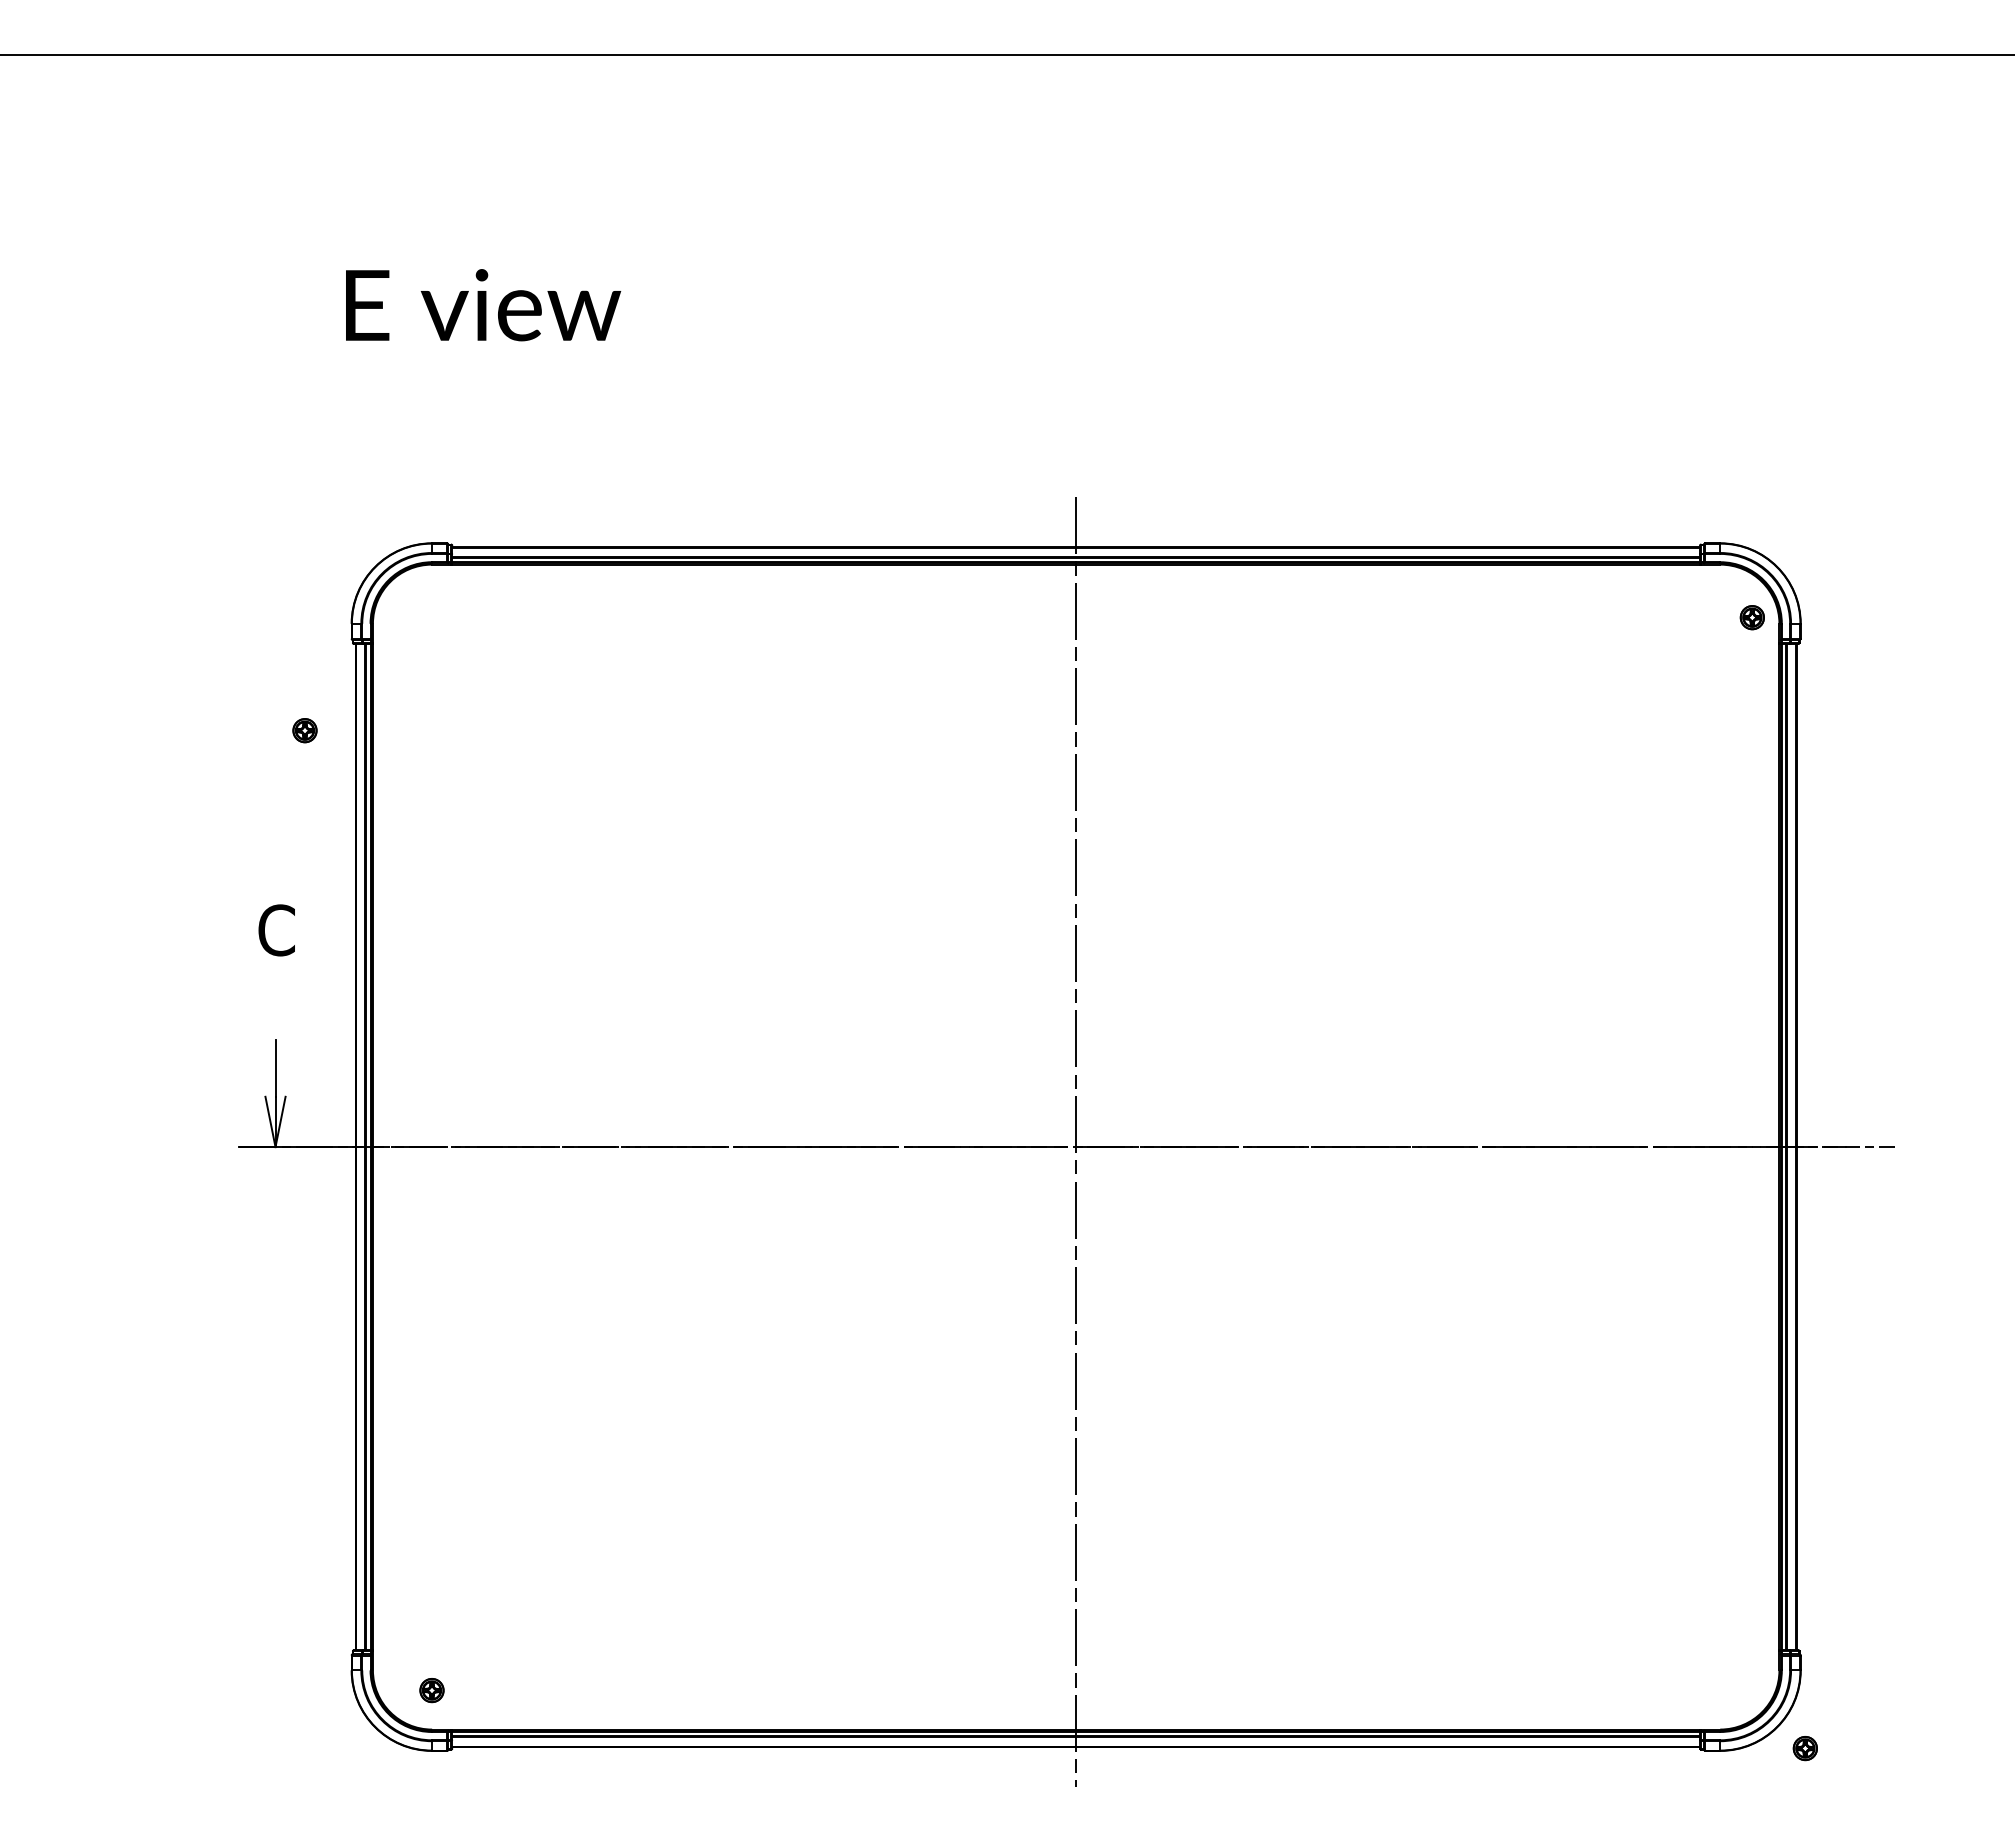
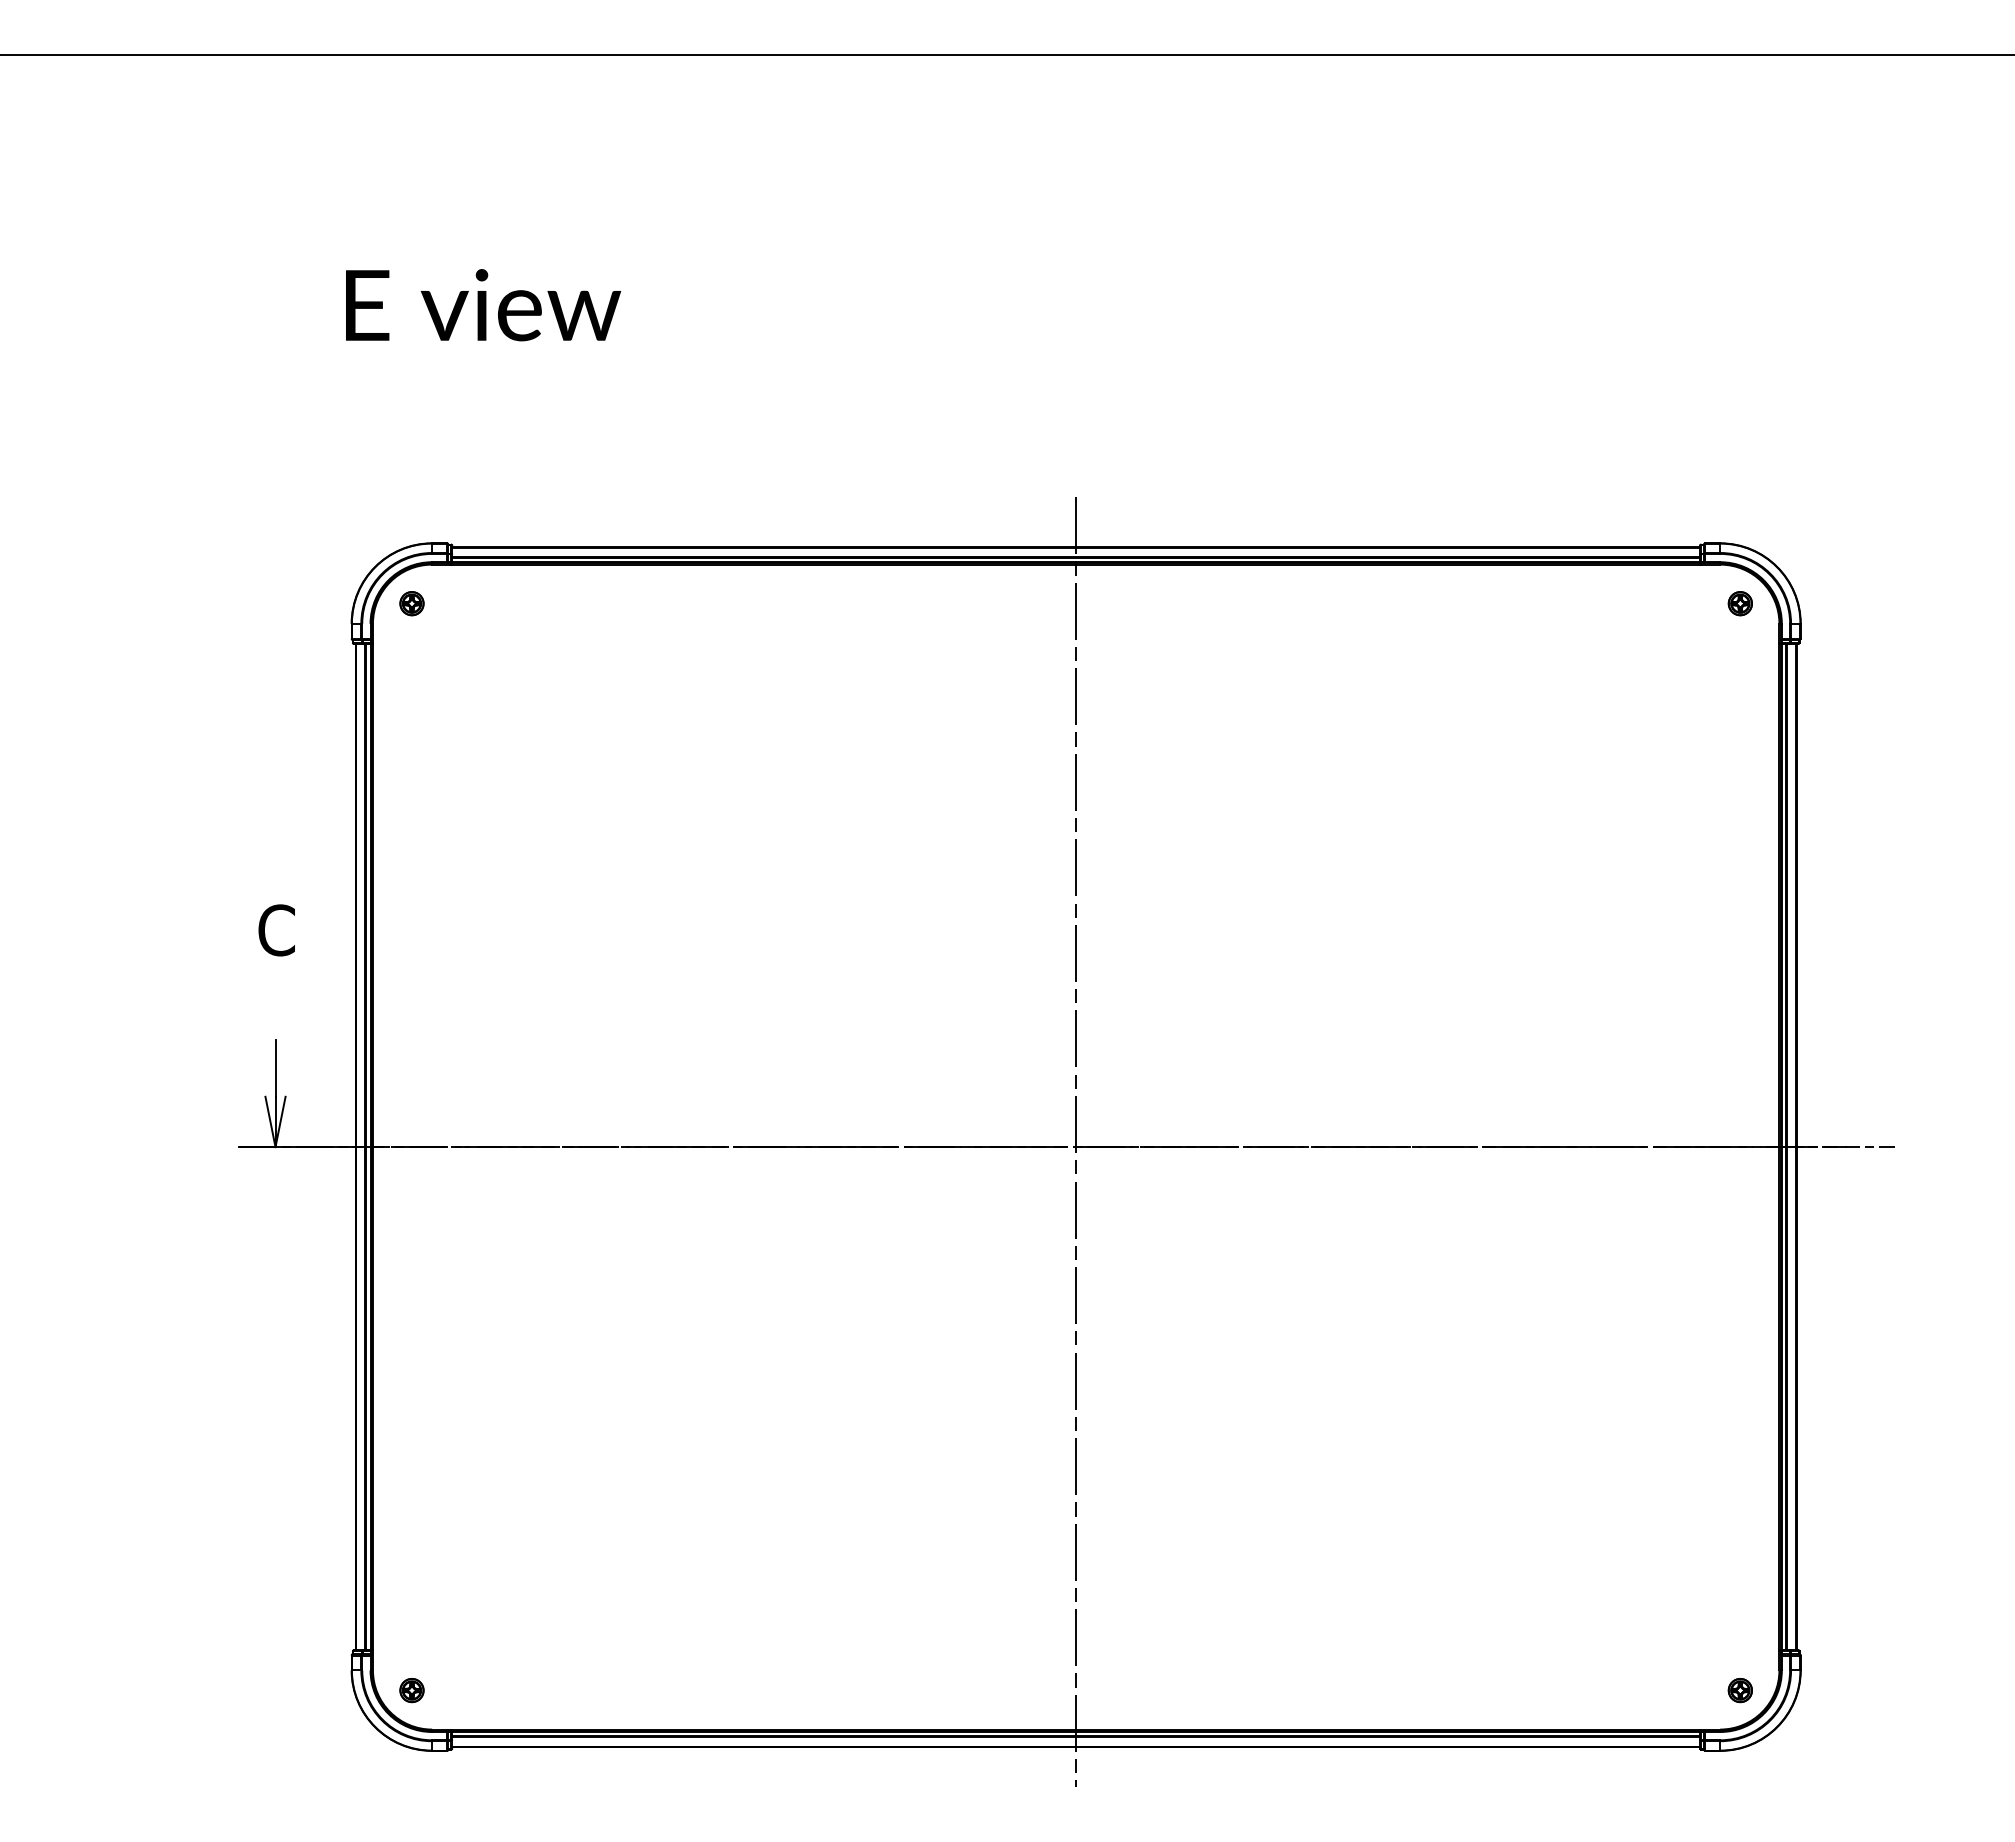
part at (1751, 617) position: (1751, 617) -> (1739, 603)
part at (304, 730) position: (304, 730) -> (411, 603)
part at (431, 1690) position: (431, 1690) -> (411, 1690)
part at (1804, 1748) position: (1804, 1748) -> (1739, 1690)
